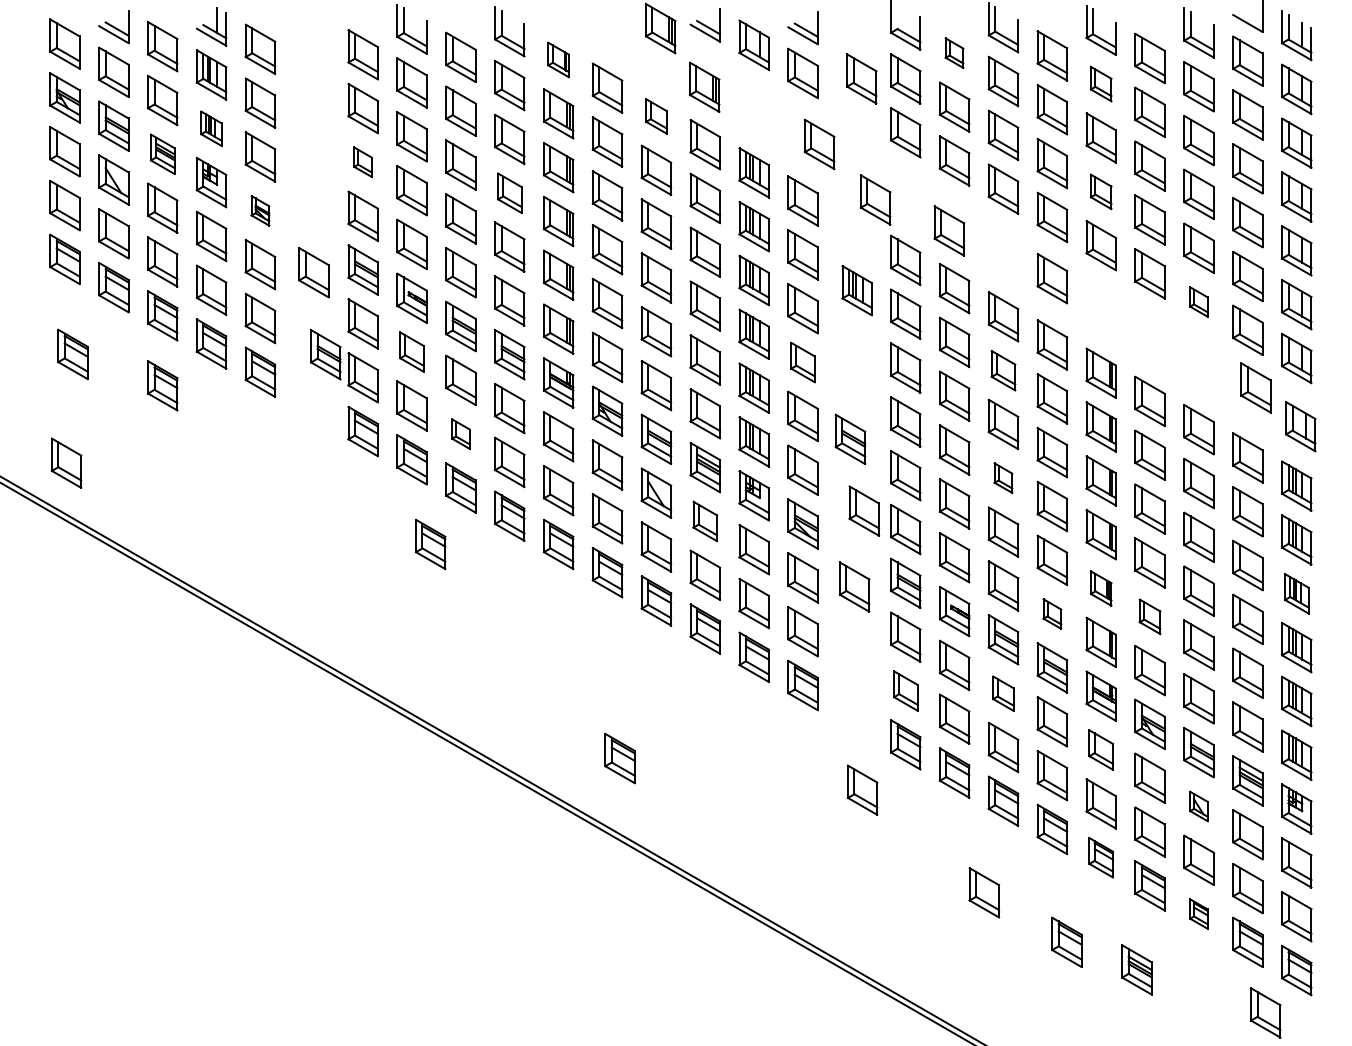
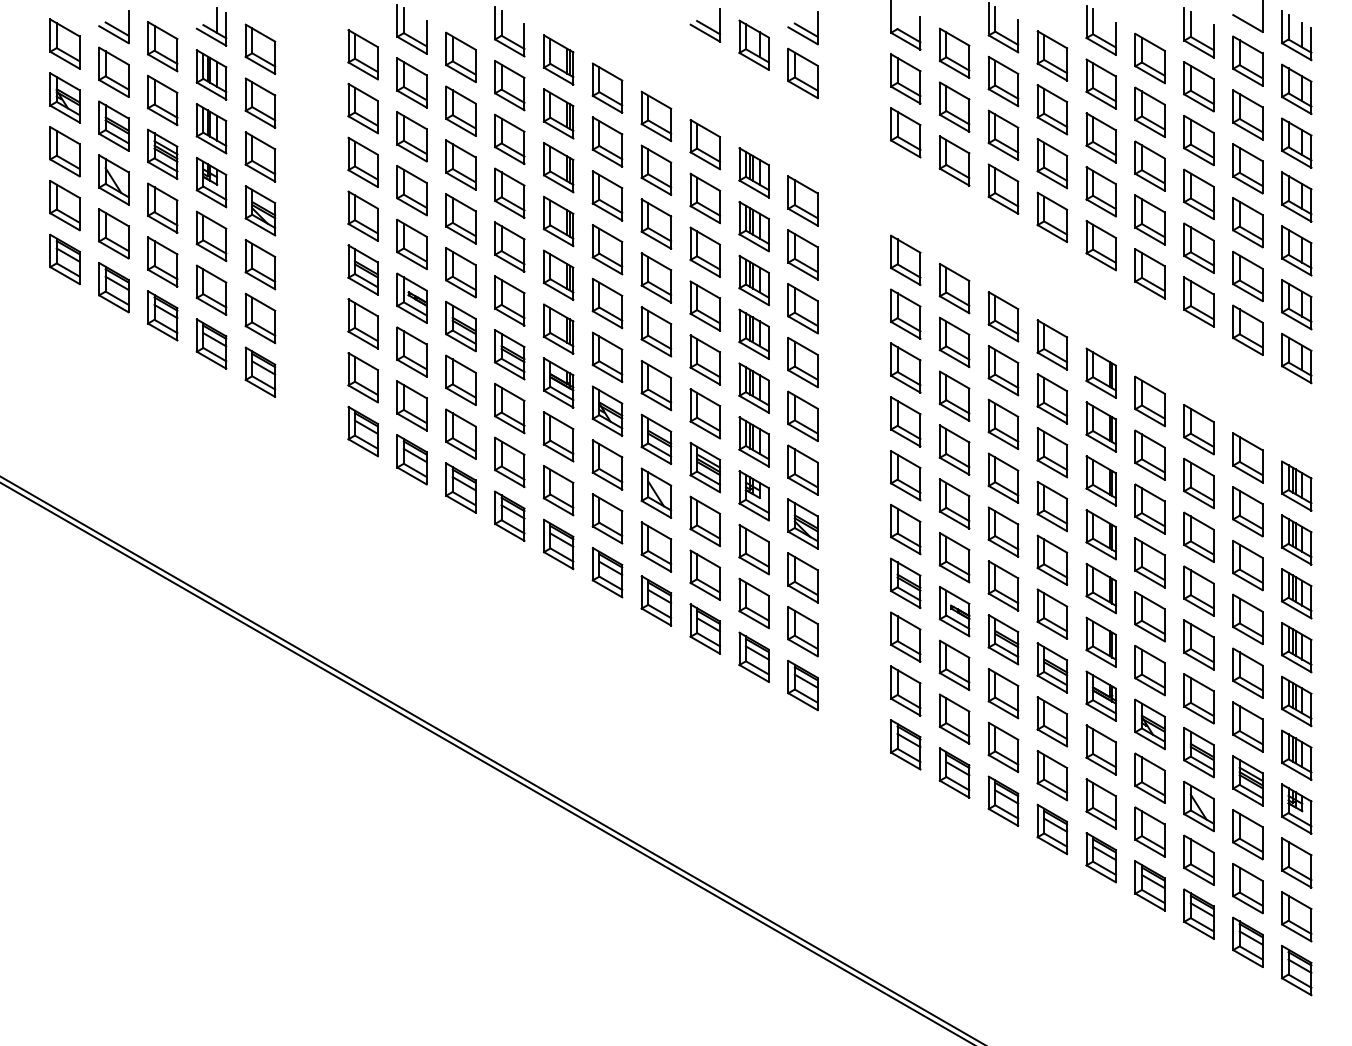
part at (660, 28): present -> none
part at (954, 52) size: 21x32 px -> 33x52 px
part at (558, 59) size: 23x38 px -> 33x52 px
part at (861, 78): present -> none
part at (1100, 83) size: 24x38 px -> 32x52 px
part at (704, 86): present -> none
part at (656, 116) size: 23x37 px -> 33x53 px
part at (211, 128) size: 23x37 px -> 33x52 px
part at (819, 144): present -> none
part at (162, 153) size: 27x42 px -> 32x52 px
part at (362, 161) size: 20x32 px -> 32x52 px
part at (1100, 191) size: 24x38 px -> 32x52 px
part at (509, 192) size: 26x42 px -> 32x52 px
part at (875, 199): present -> none
part at (260, 210) size: 21x32 px -> 33x52 px
part at (949, 230): present -> none
part at (313, 272): present -> none
part at (1052, 278): present -> none
part at (856, 290): present -> none
part at (1198, 301) size: 20x32 px -> 32x52 px
part at (411, 351) size: 26x42 px -> 32x52 px
part at (72, 353): present -> none
part at (325, 354): present -> none
part at (802, 362) size: 26x43 px -> 32x53 px
part at (1003, 370) size: 27x42 px -> 33x52 px
part at (162, 385): present -> none
part at (1255, 387): present -> none
part at (1300, 426): present -> none
part at (460, 433) size: 20x32 px -> 32x52 px
part at (850, 439): present -> none
part at (66, 462): present -> none
part at (1003, 477) size: 21x32 px -> 33x52 px
part at (863, 510): present -> none
part at (704, 521) size: 26x43 px -> 32x53 px
part at (430, 544): present -> none
part at (854, 586): present -> none
part at (1100, 588) size: 24x37 px -> 32x53 px
part at (1296, 593) size: 26x42 px -> 32x52 px
part at (1052, 613) size: 21x32 px -> 33x52 px
part at (1149, 616) size: 24x38 px -> 32x52 px
part at (905, 690) size: 26x42 px -> 32x52 px
part at (1003, 693) size: 23x37 px -> 33x52 px
part at (1100, 749) size: 26x42 px -> 32x52 px
part at (619, 758): present -> none
part at (862, 789): present -> none
part at (1198, 806) size: 20x33 px -> 32x53 px
part at (1100, 857) size: 26x42 px -> 32x52 px
part at (984, 892): present -> none
part at (1198, 913) size: 20x32 px -> 32x52 px
part at (1066, 941): present -> none
part at (1136, 969): present -> none
part at (1265, 1012): present -> none
